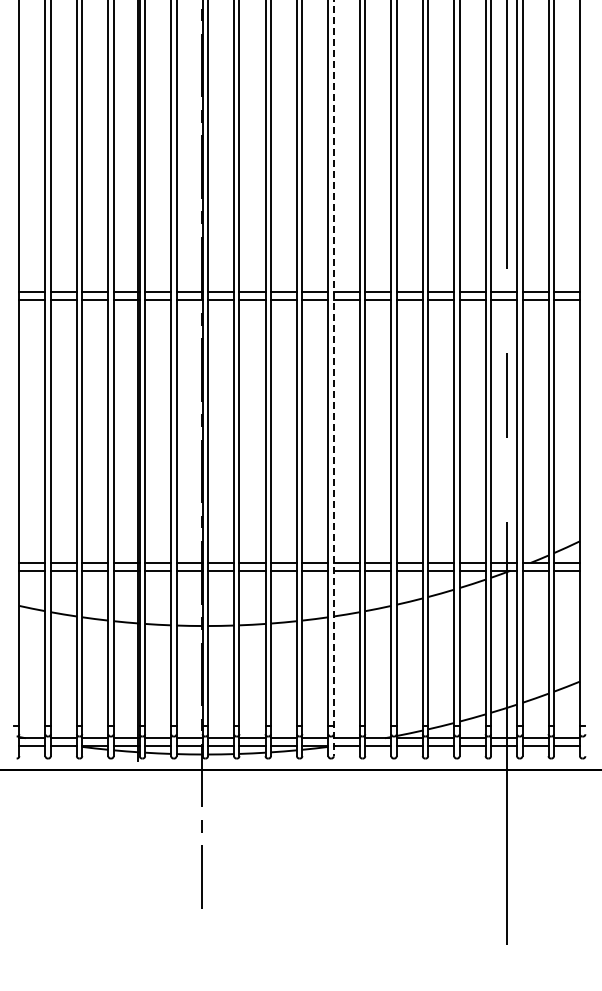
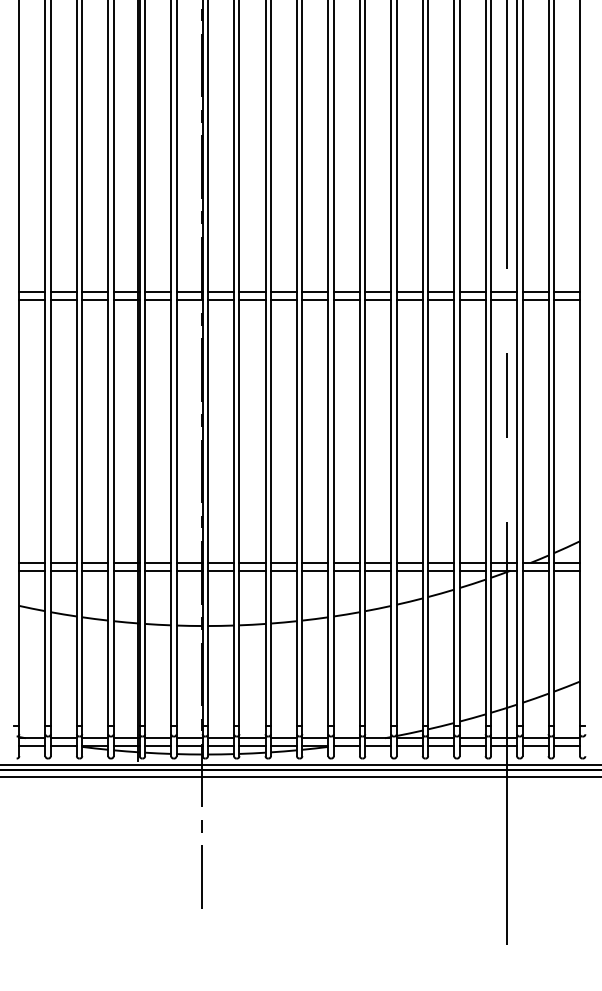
line at (333, 378): dashed -> solid
line at (300, 765): none -> present
line at (300, 777): none -> present
